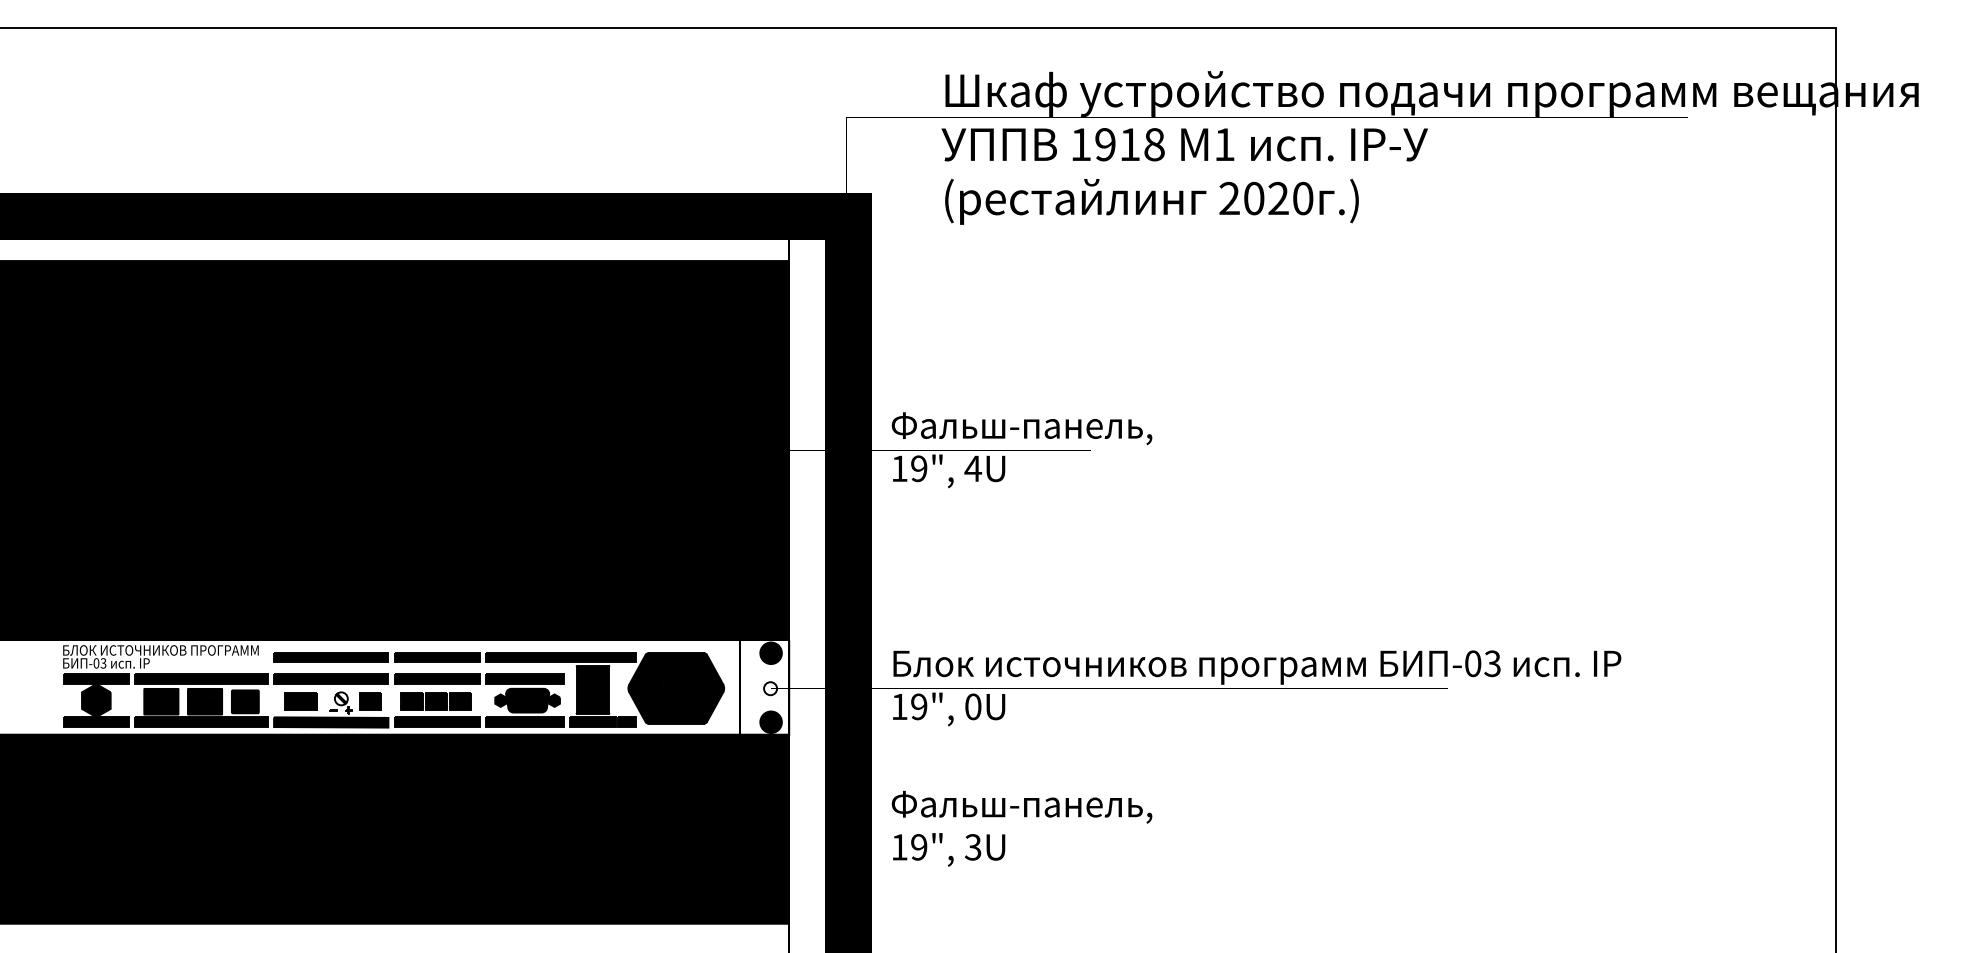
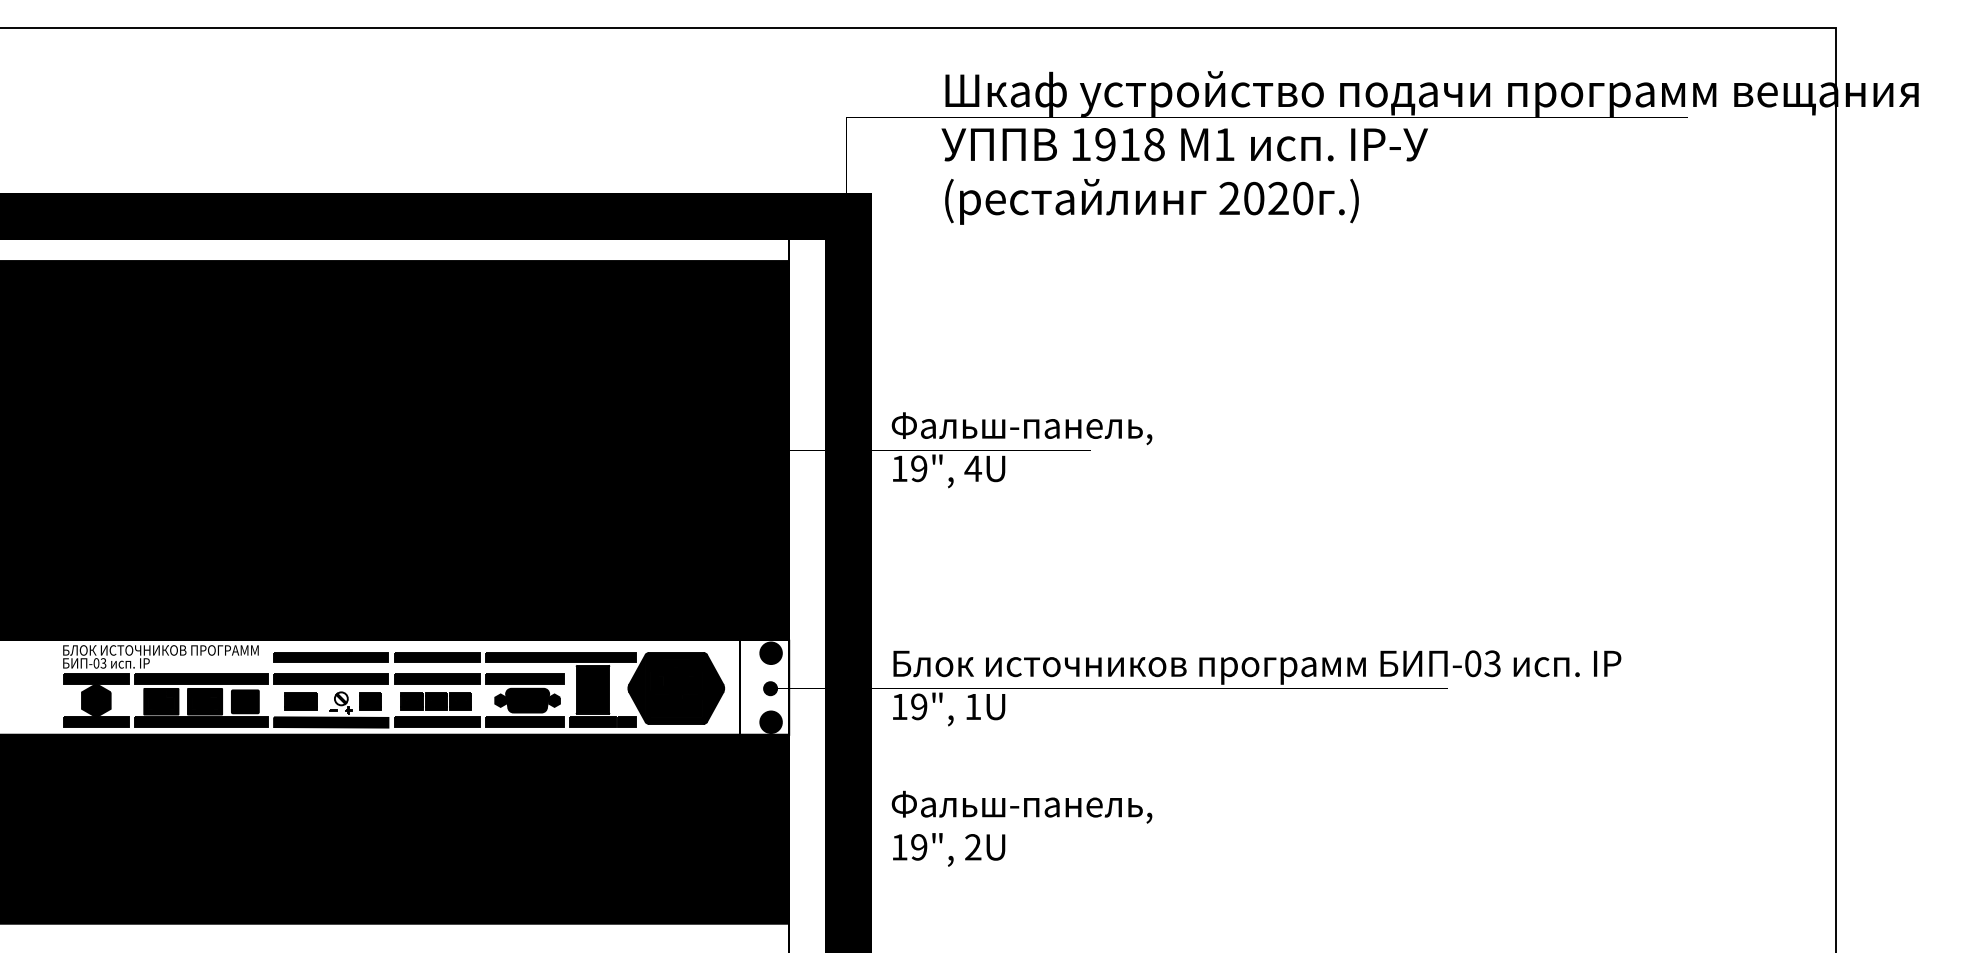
fill at (770, 688): none -> present
text at (973, 706): 0U -> 1U
text at (972, 847): 3U -> 2U
